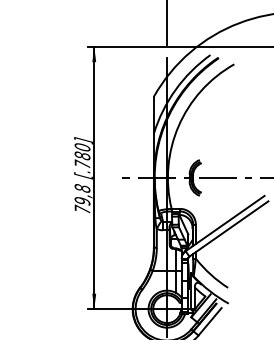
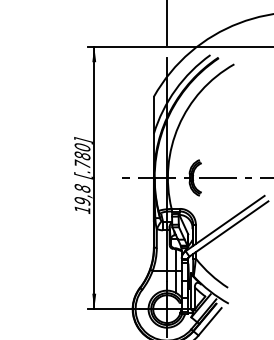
text at (82, 208): 79,8 -> 19,8
